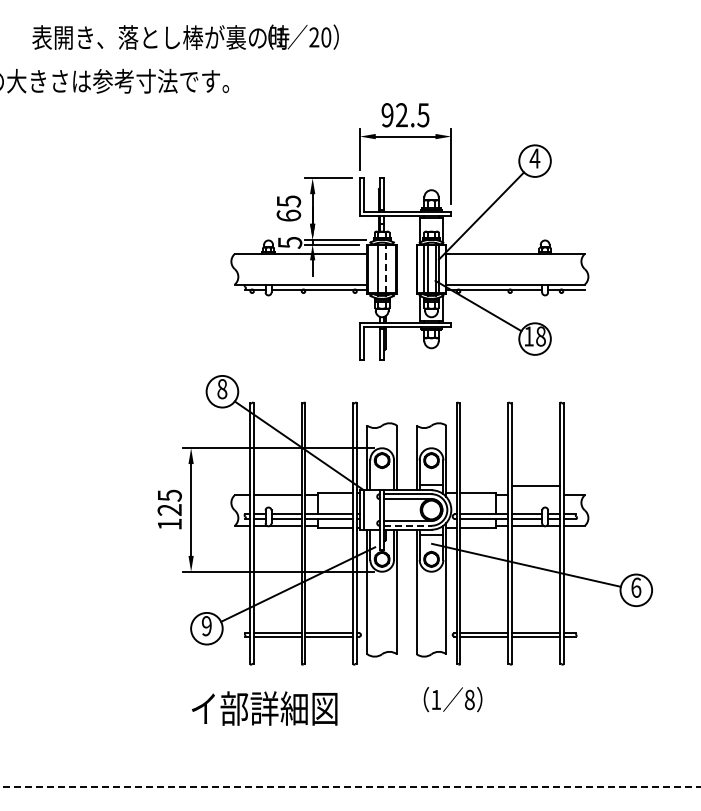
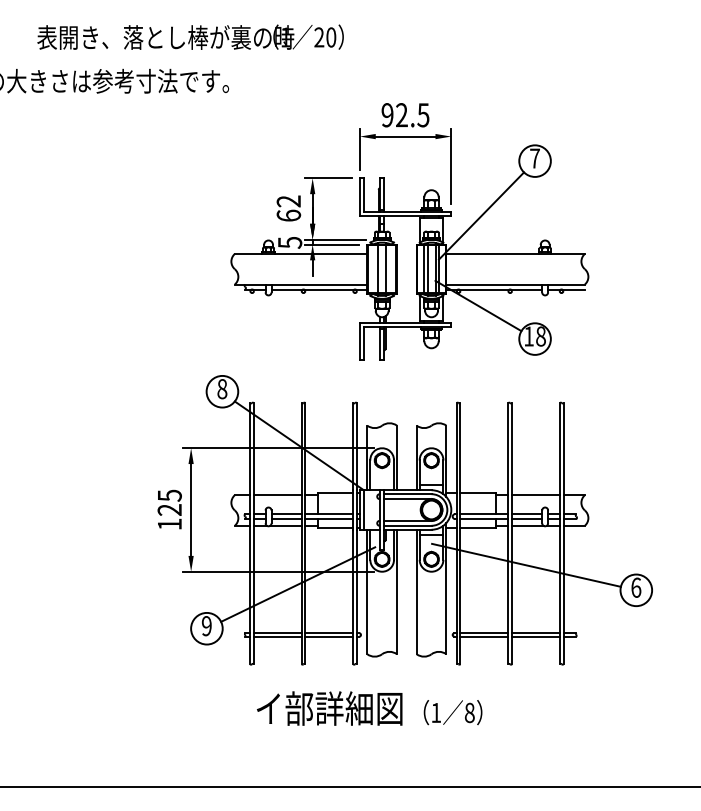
text at (185, 36) position: (185, 36) -> (190, 36)
text at (534, 158): 4 -> 7
text at (288, 201): 65 -> 62
line at (386, 268): dashed -> solid
line at (535, 486) position: (535, 486) -> (535, 495)
line at (407, 525): dashed -> solid
text at (452, 699) position: (452, 699) -> (452, 712)
text at (264, 708) position: (264, 708) -> (329, 708)
line at (350, 786): dashed -> solid
